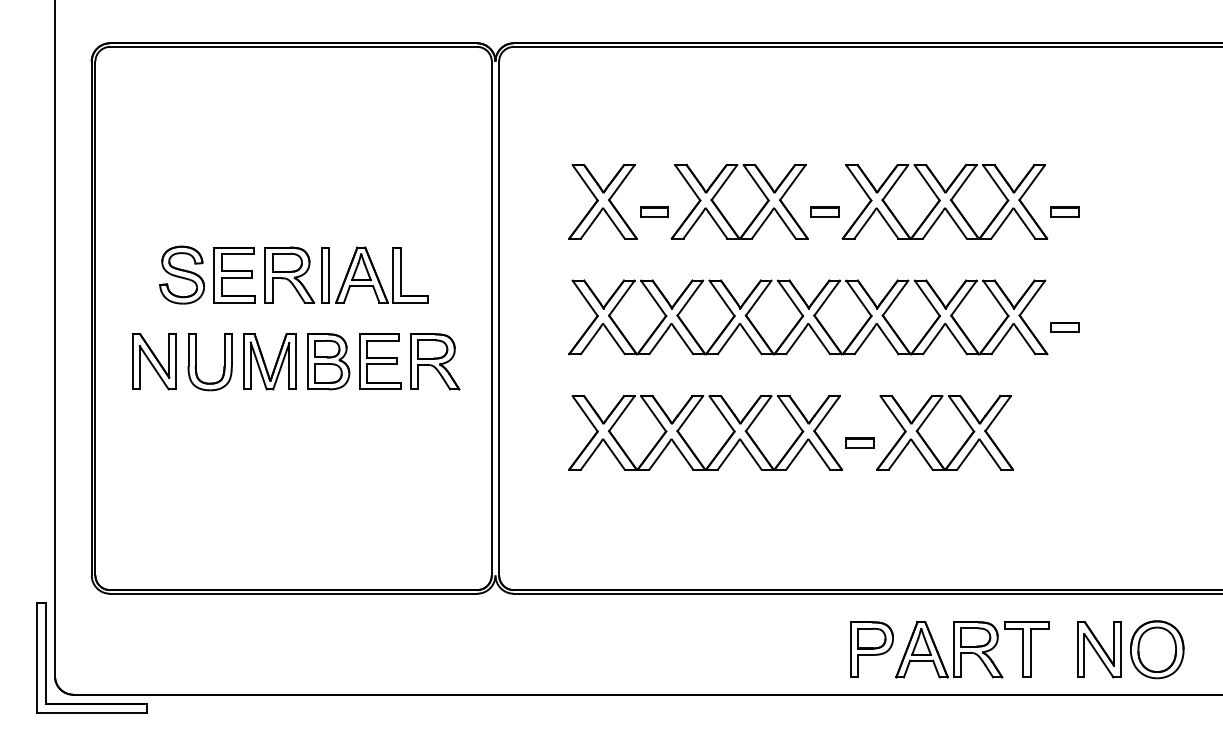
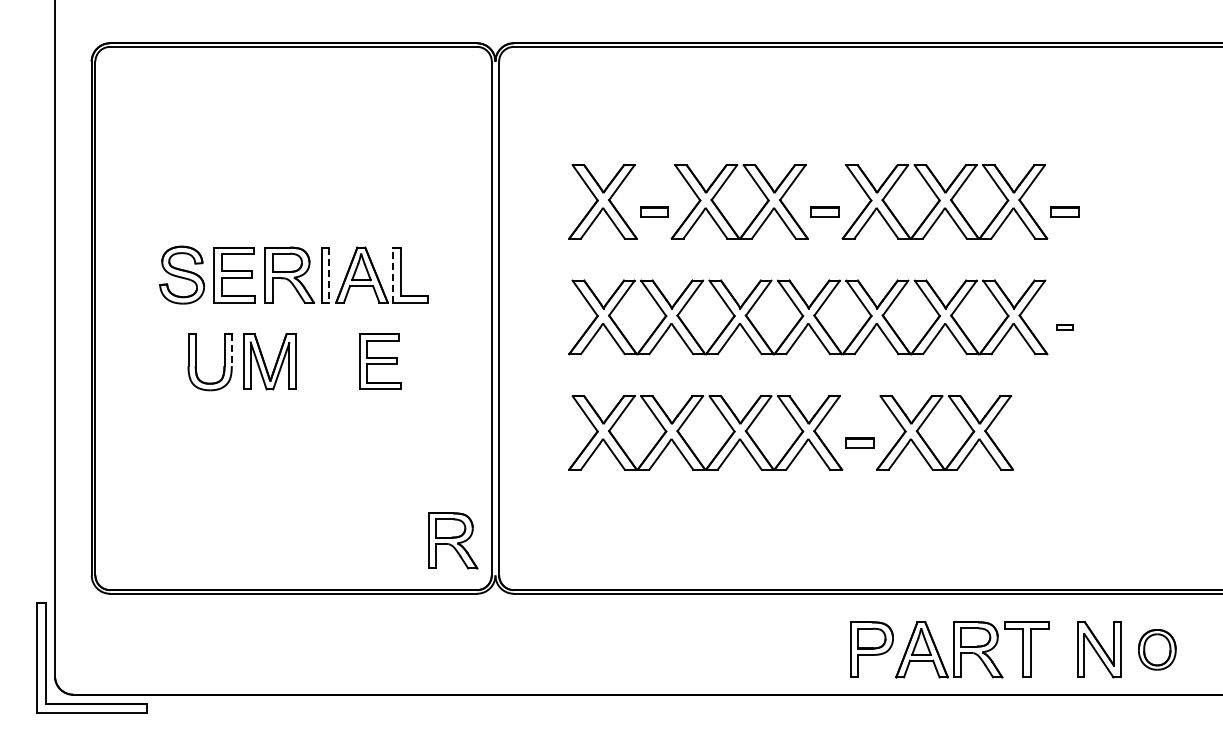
line at (329, 275): solid -> dashed
line at (393, 275): solid -> dashed
part at (1064, 327) size: 30x11 px -> 18x7 px
line at (231, 350): solid -> dashed
part at (154, 361): present -> none
part at (328, 361): present -> none
part at (435, 361) position: (435, 361) -> (453, 540)
part at (1157, 649) size: 55x60 px -> 39x42 px
